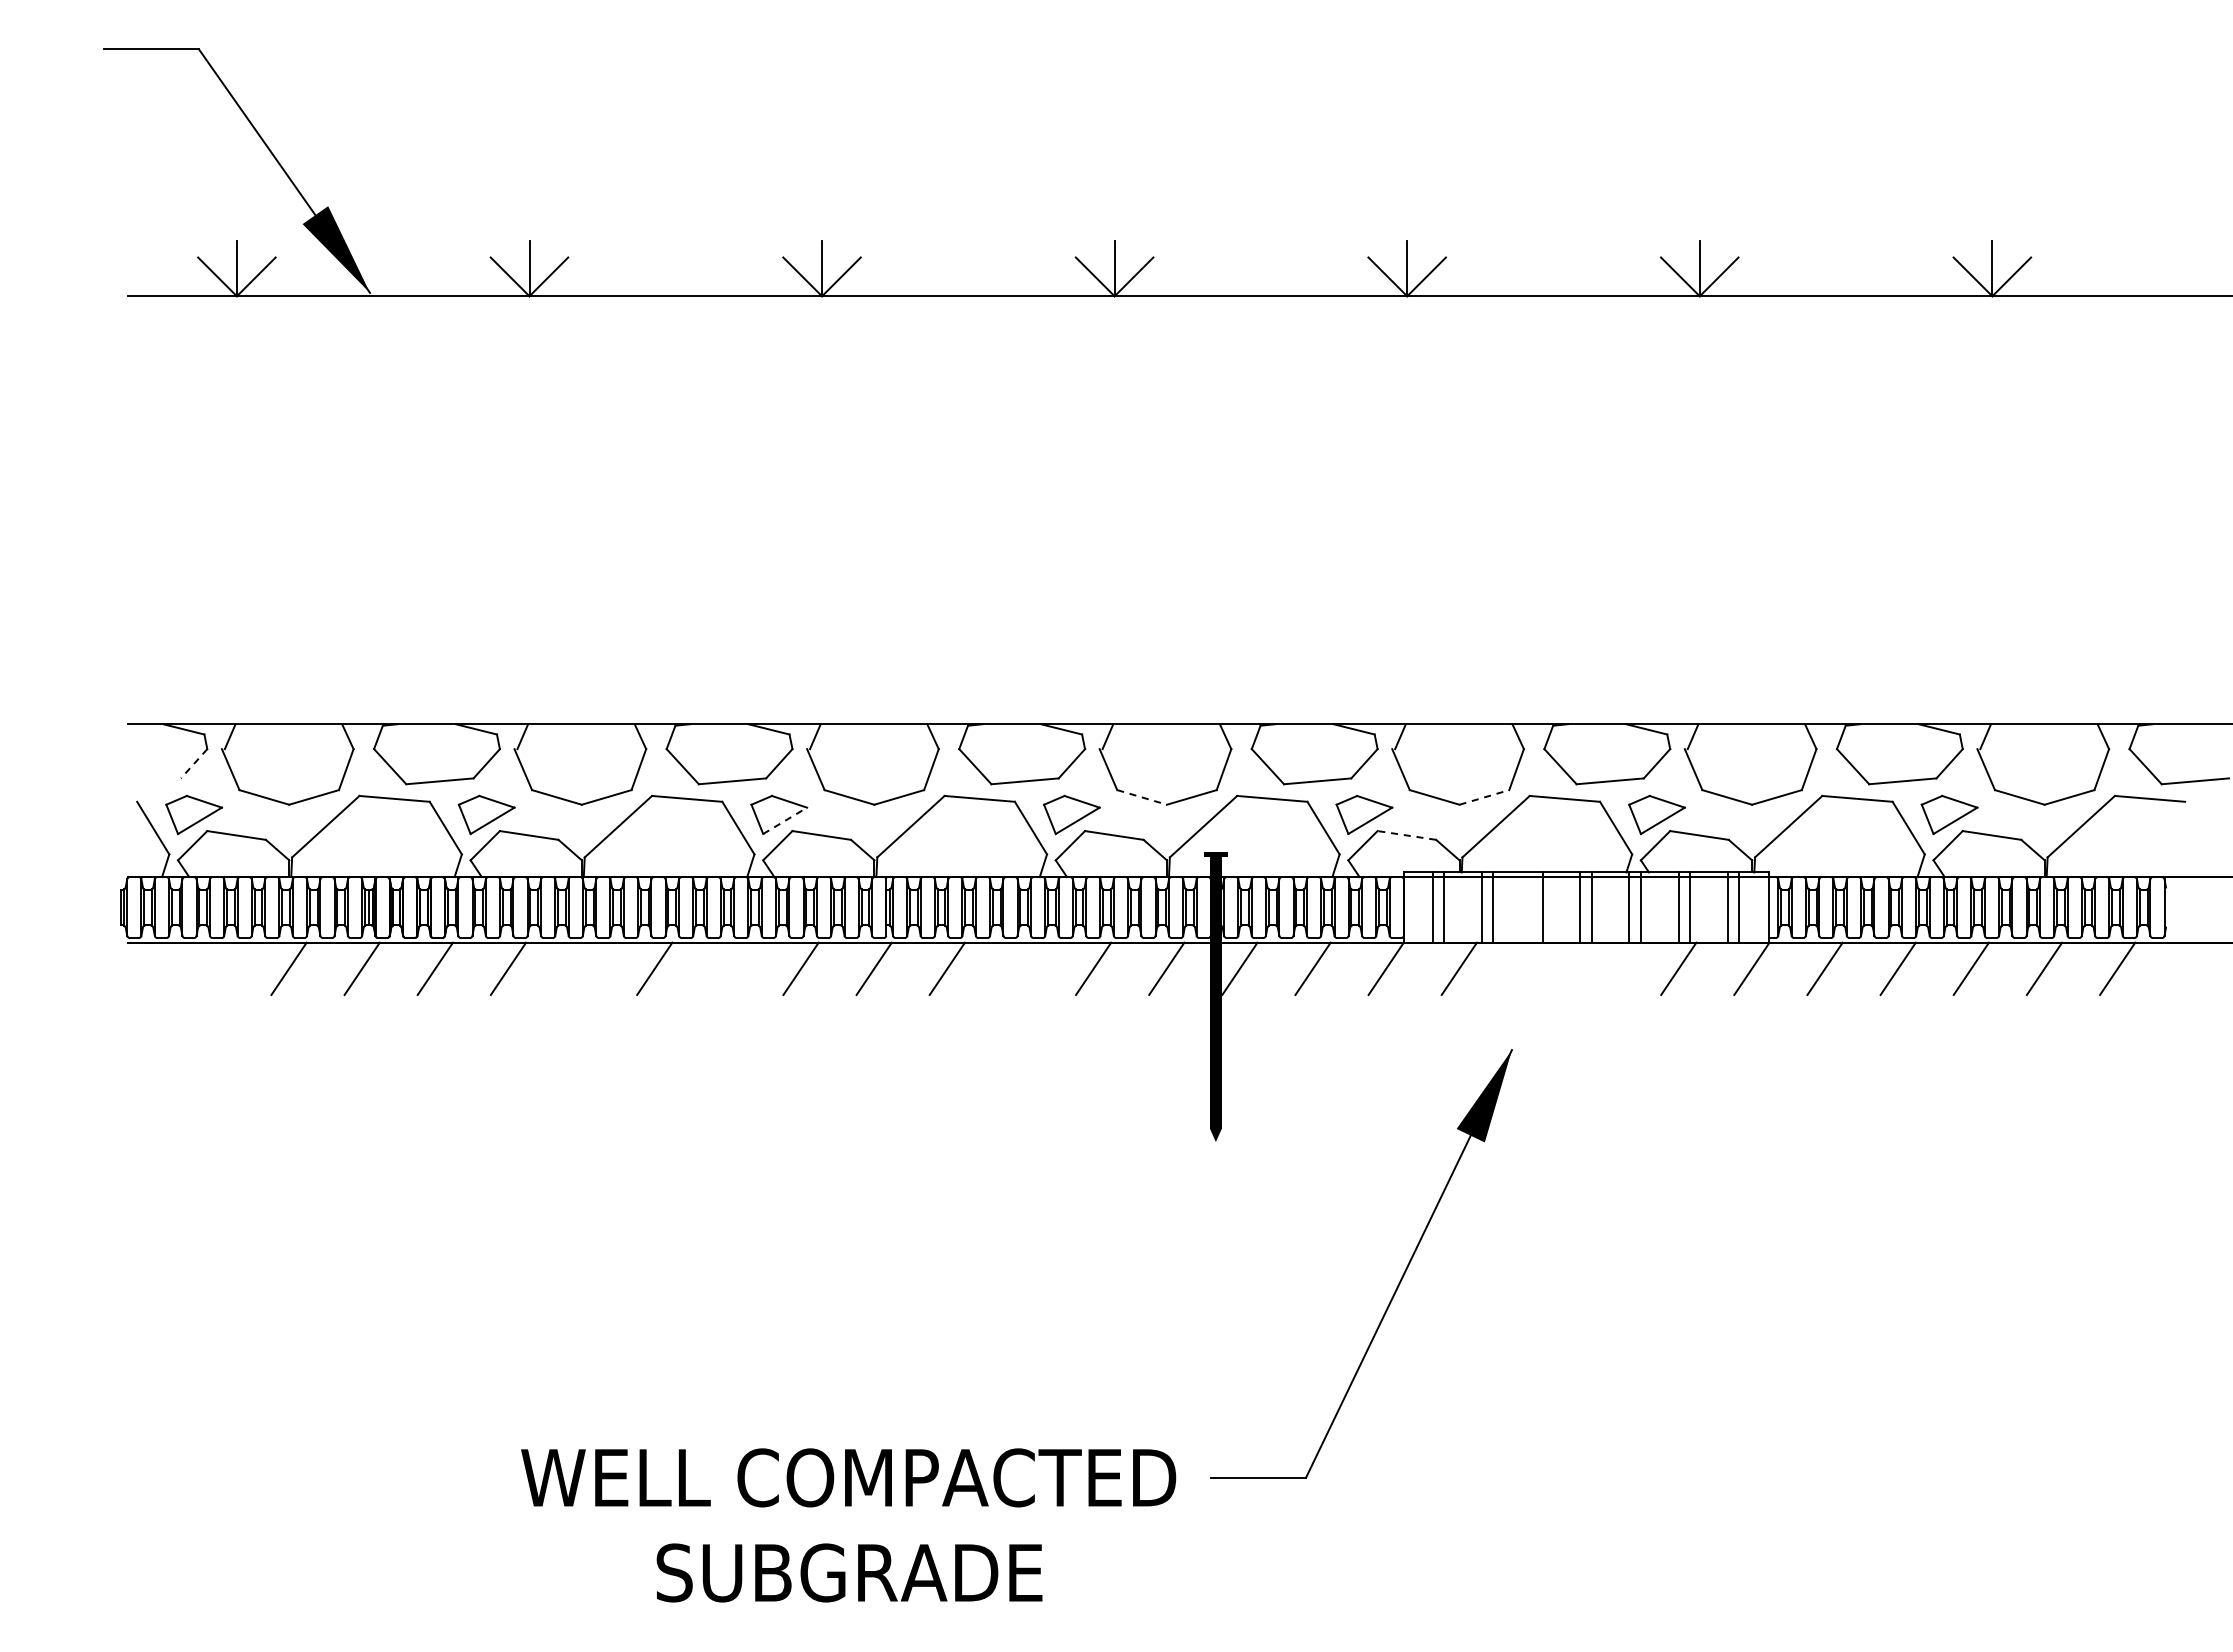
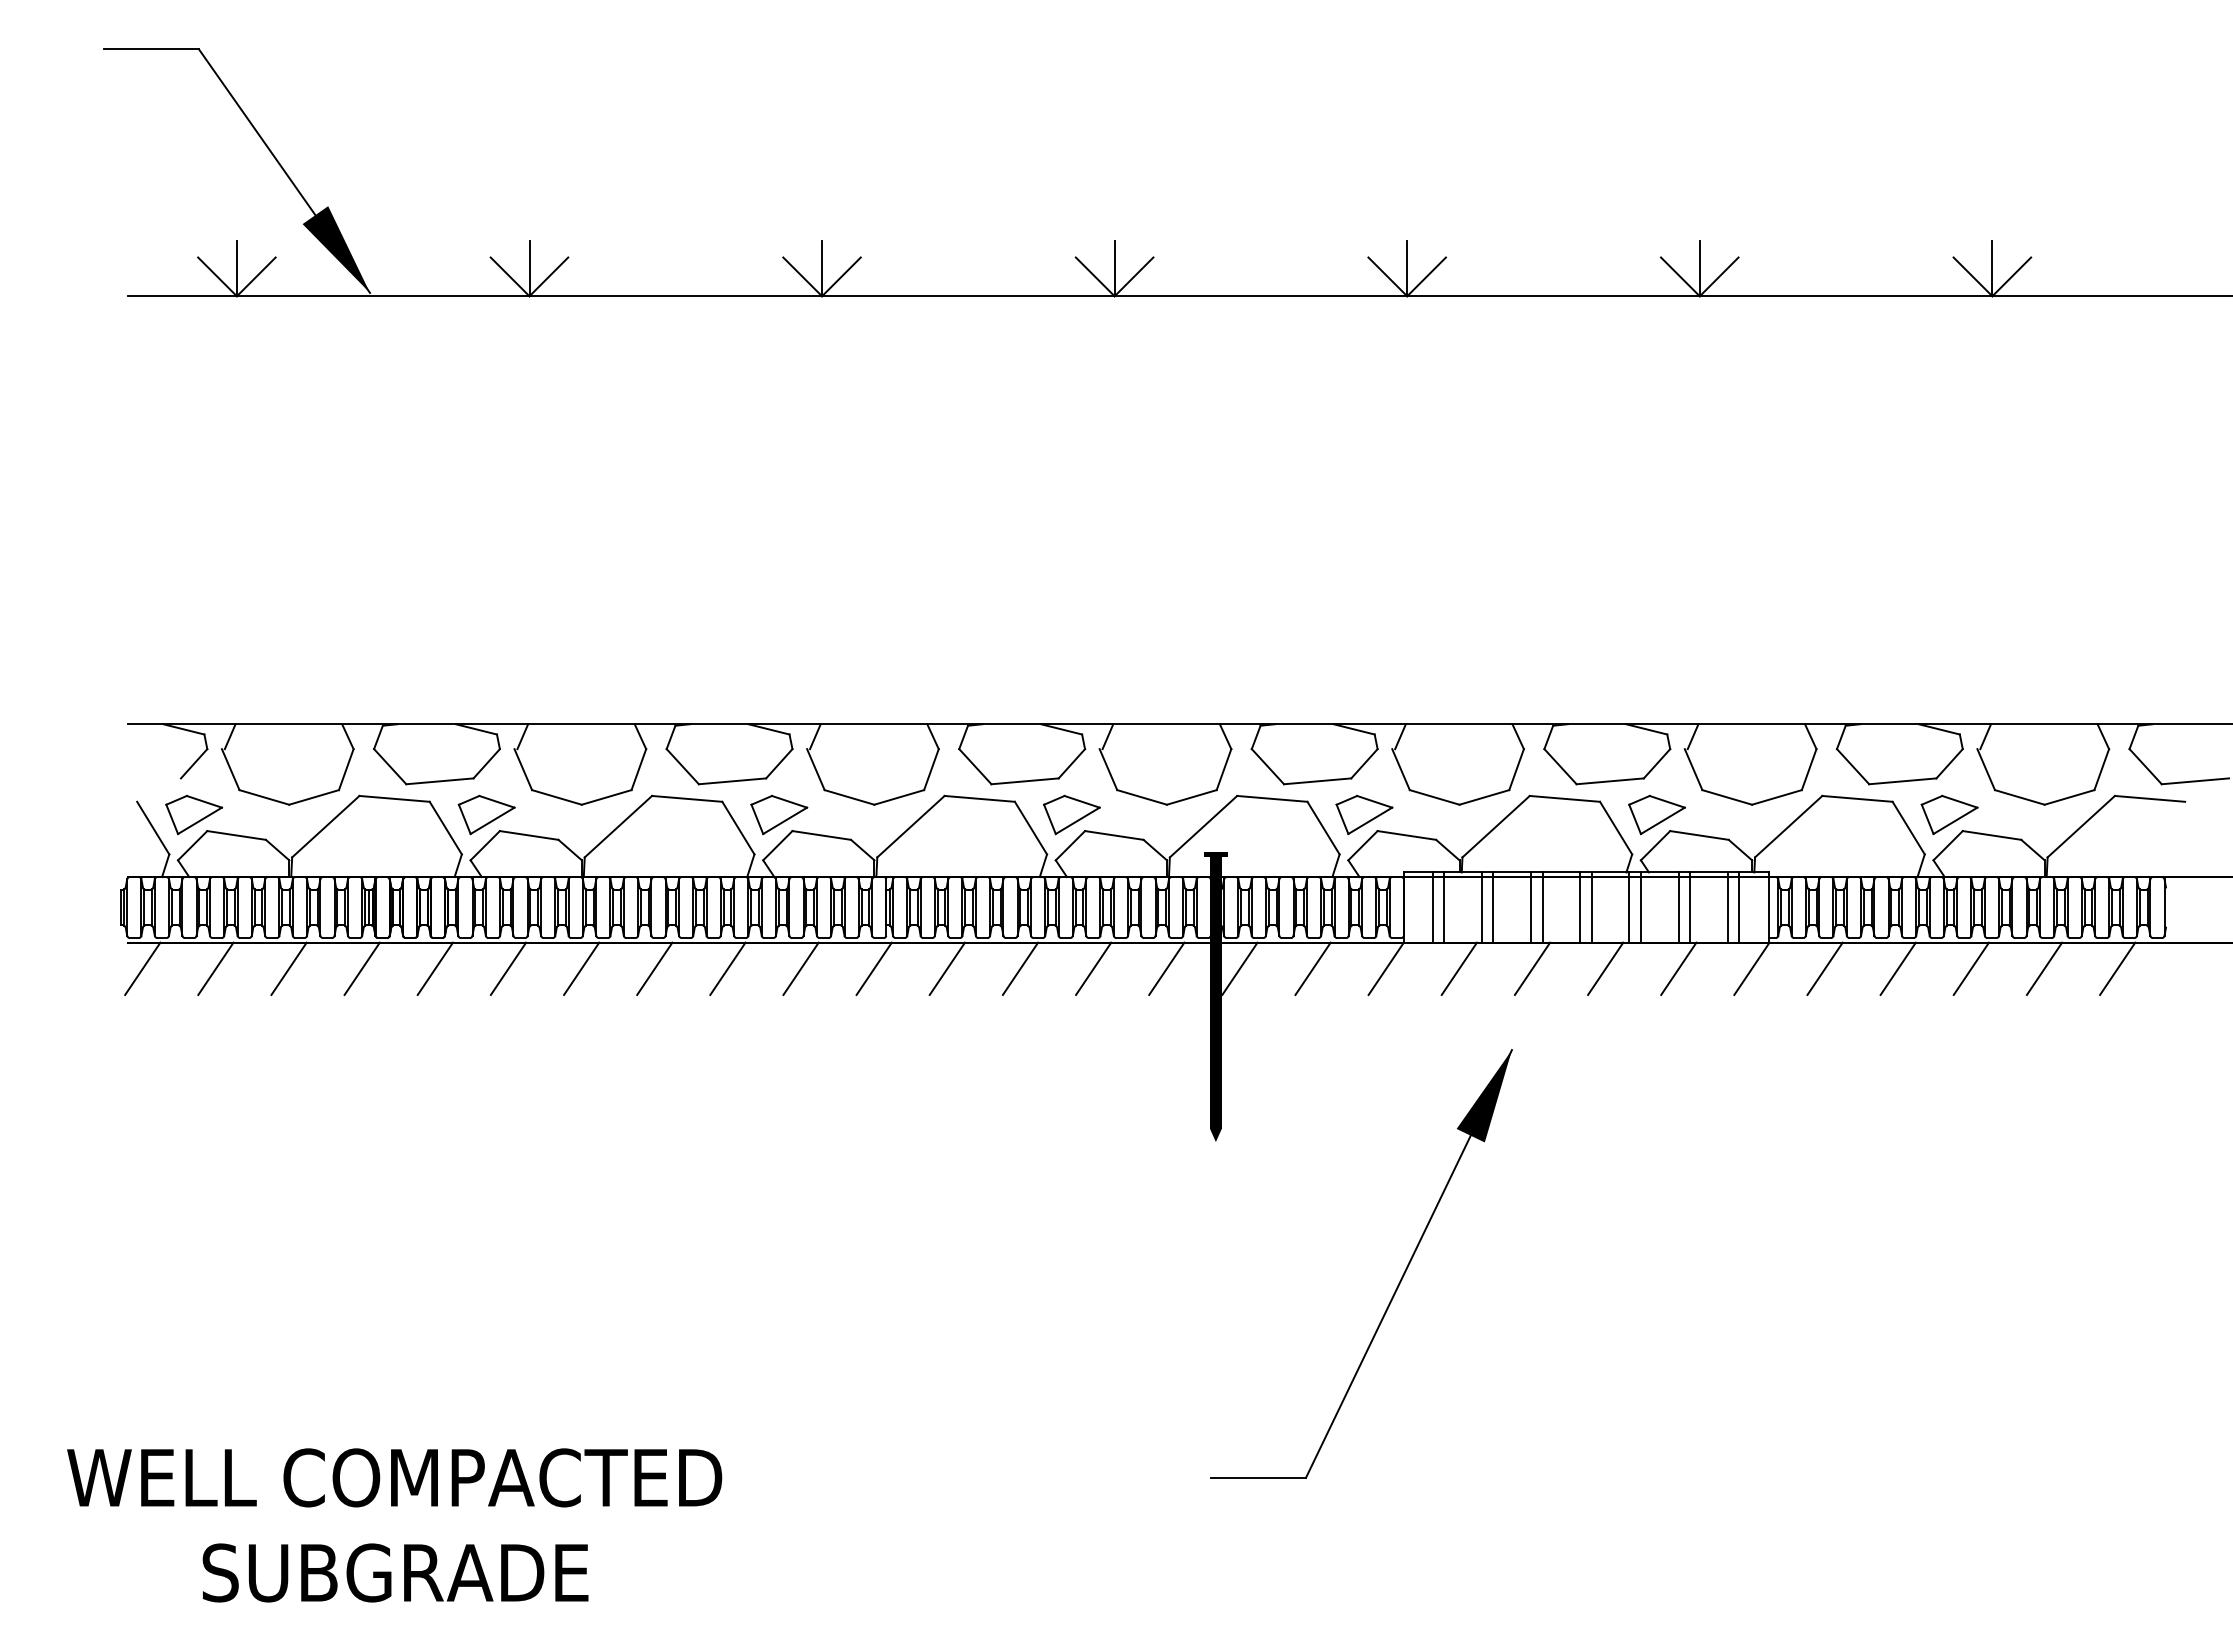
line at (194, 763): dashed -> solid
line at (1142, 797): dashed -> solid
line at (1484, 797): dashed -> solid
line at (785, 820): dashed -> solid
line at (1406, 835): dashed -> solid
line at (1531, 907): none -> present
line at (142, 968): none -> present
line at (215, 968): none -> present
line at (581, 968): none -> present
line at (727, 968): none -> present
line at (1020, 968): none -> present
line at (1532, 968): none -> present
line at (1605, 968): none -> present
text at (848, 1525) position: (848, 1525) -> (394, 1525)
